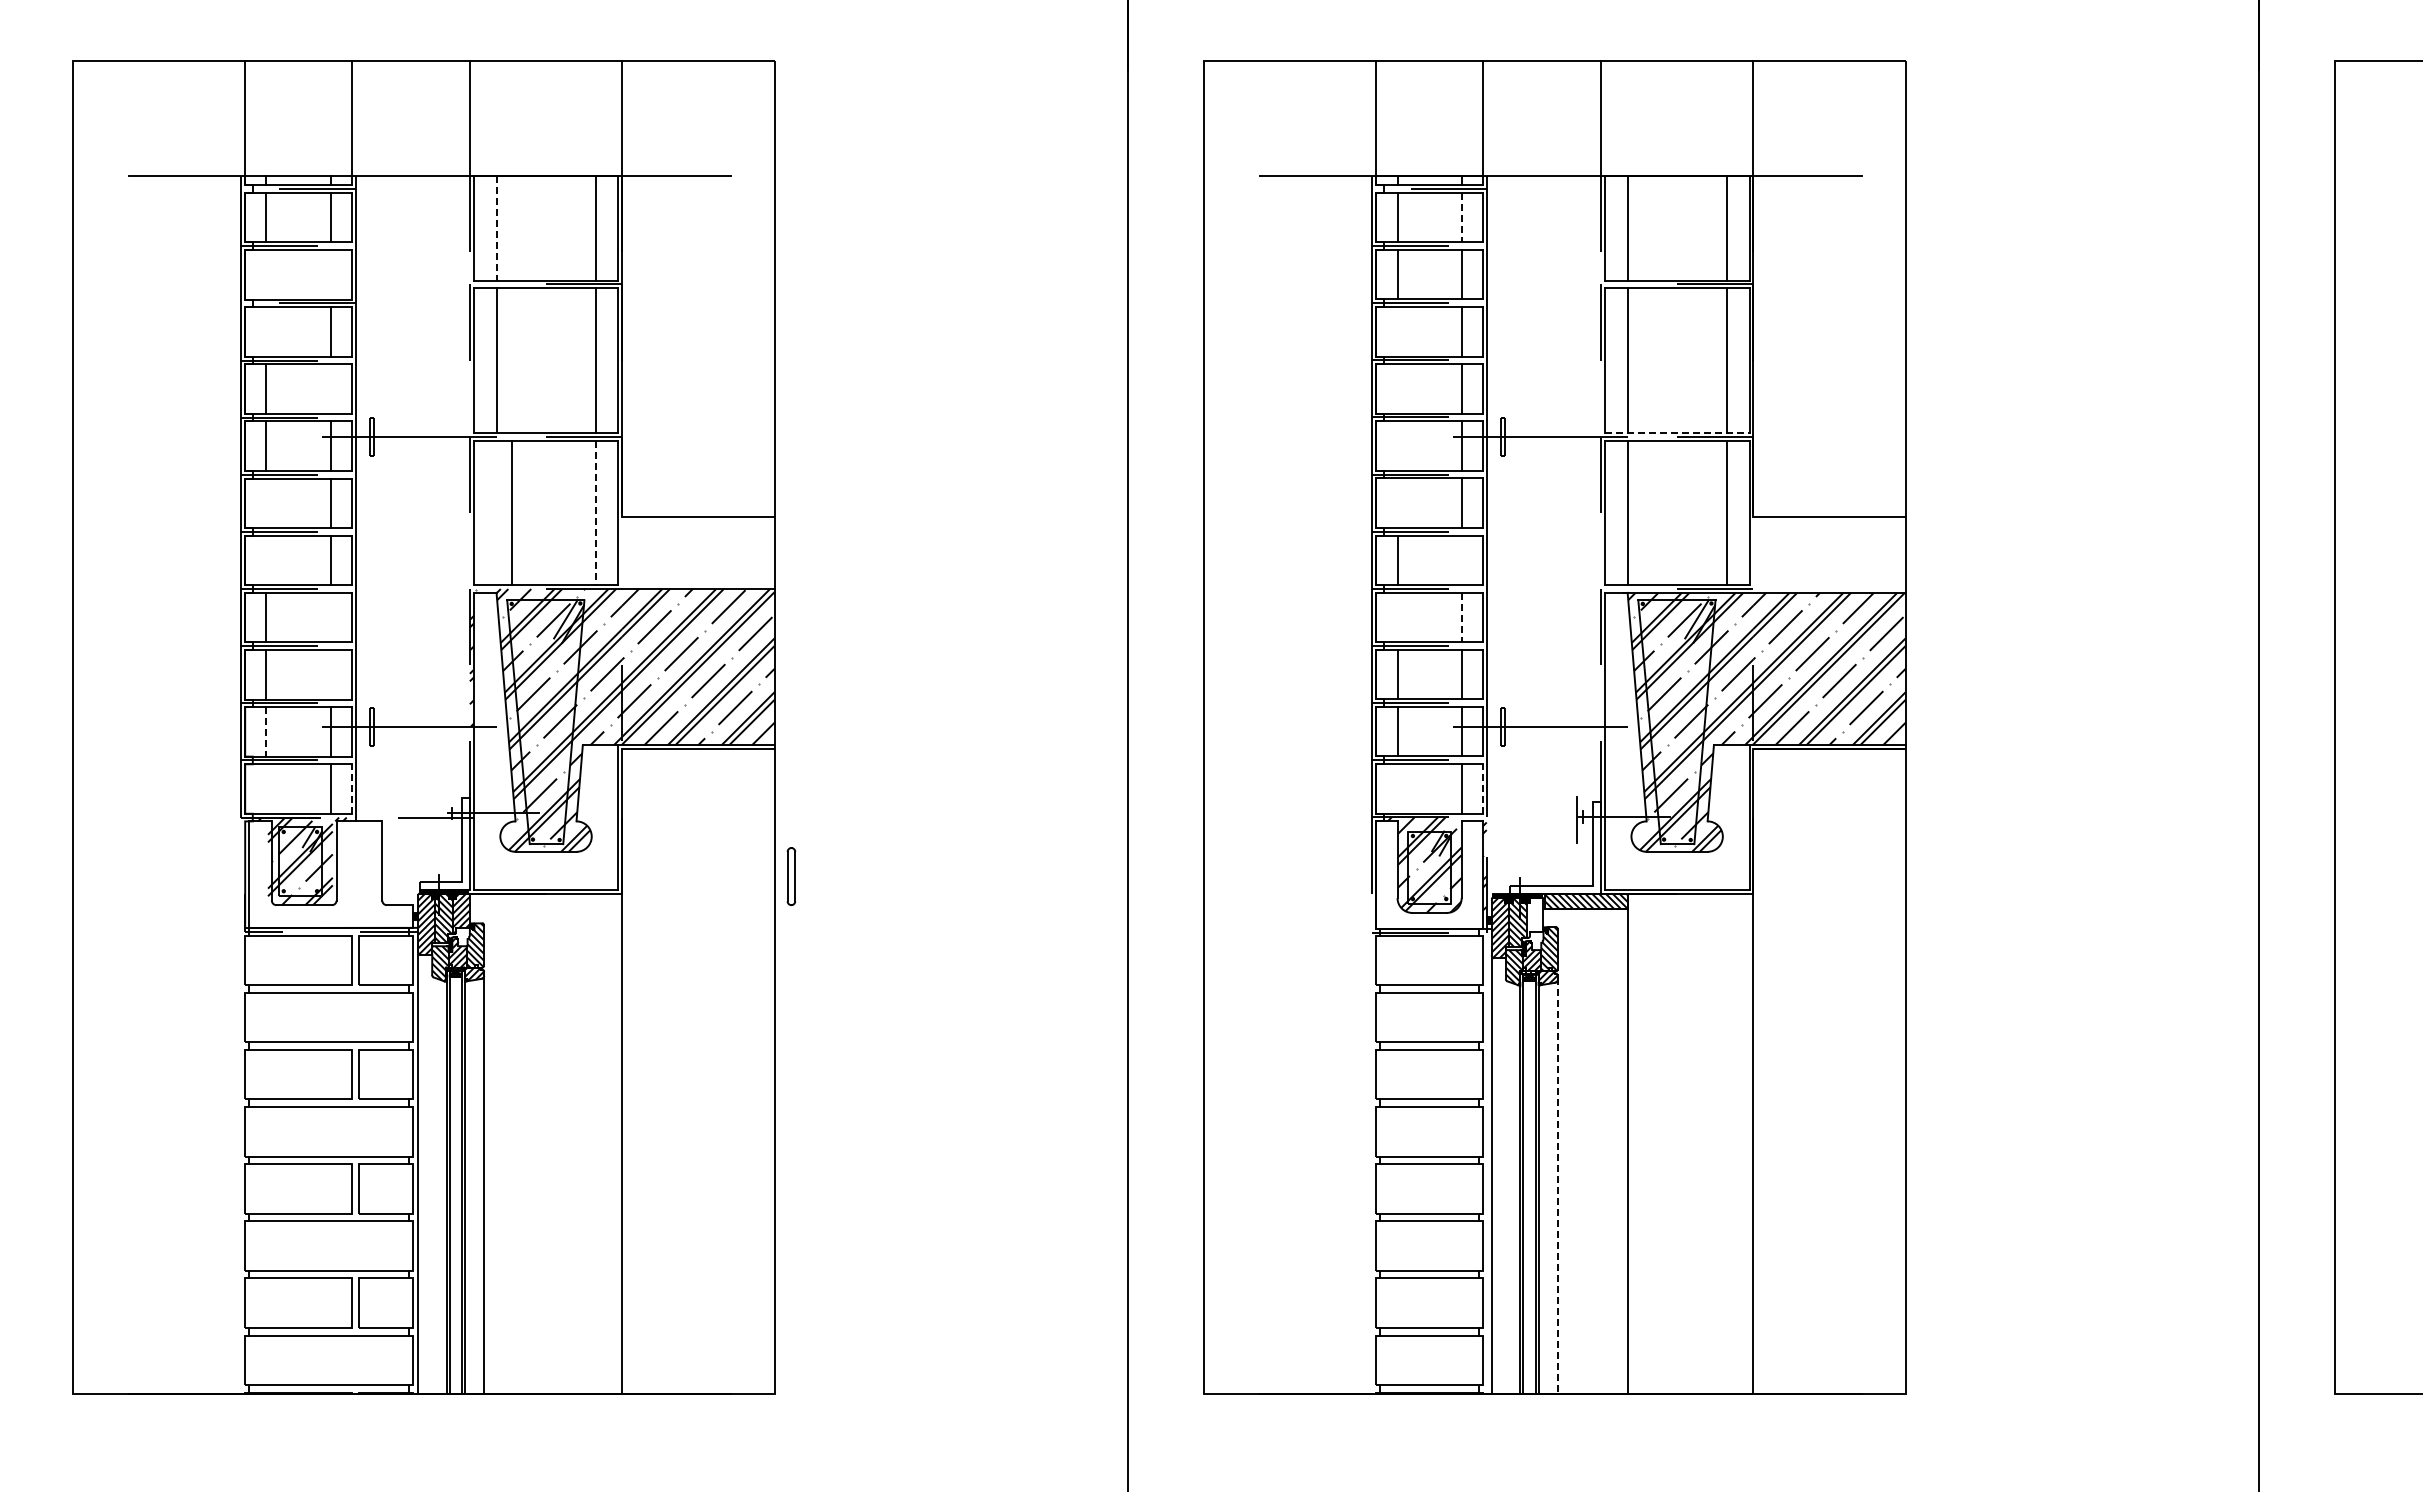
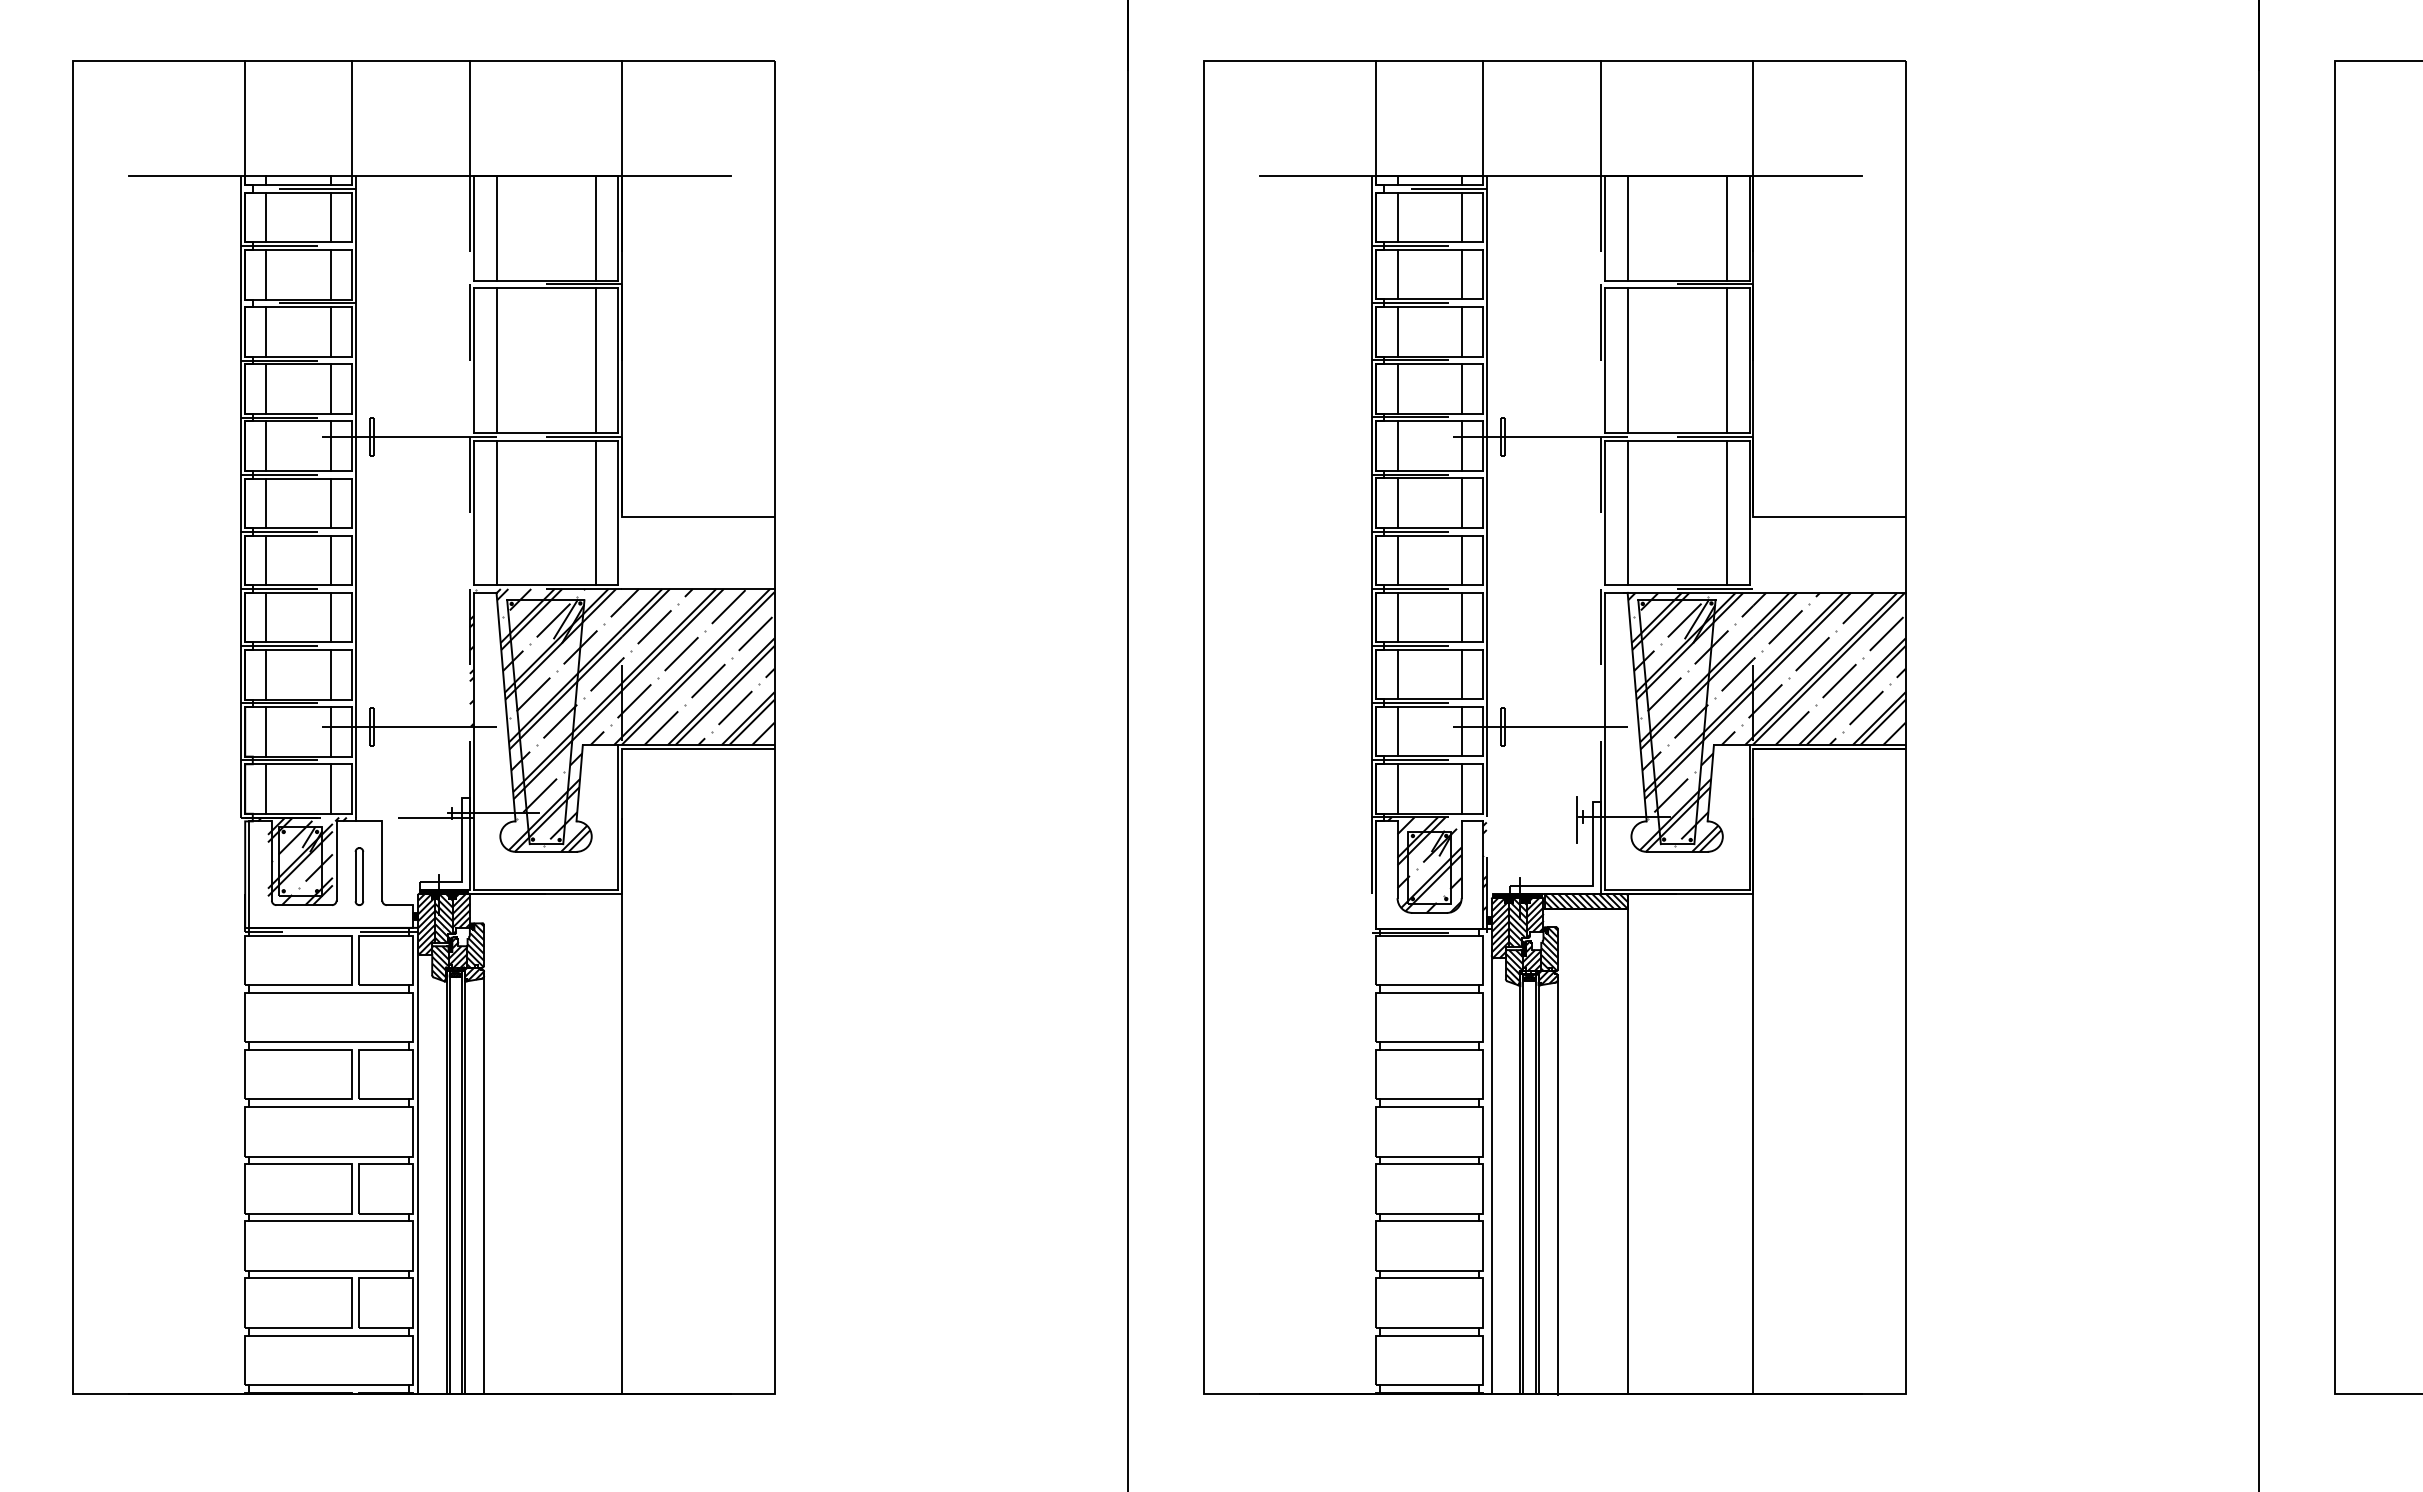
line at (1461, 217): dashed -> solid
line at (496, 228): dashed -> solid
line at (266, 274): none -> present
line at (330, 274): none -> present
line at (266, 331): none -> present
line at (1397, 331): none -> present
line at (330, 388): none -> present
line at (1397, 388): none -> present
line at (1677, 432): dashed -> solid
line at (1397, 445): none -> present
line at (1397, 502): none -> present
line at (266, 503): none -> present
line at (511, 512) position: (511, 512) -> (496, 512)
line at (595, 513): dashed -> solid
line at (266, 560): none -> present
line at (1461, 560): none -> present
line at (330, 617): none -> present
line at (1397, 617): none -> present
line at (1461, 617): dashed -> solid
line at (330, 674): none -> present
line at (266, 731): dashed -> solid
line at (266, 788): none -> present
line at (1397, 788): none -> present
line at (1482, 788): dashed -> solid
line at (351, 789): dashed -> solid
part at (791, 876) position: (791, 876) -> (359, 876)
hatch at (1535, 917): none -> present
line at (1557, 1186): dashed -> solid
